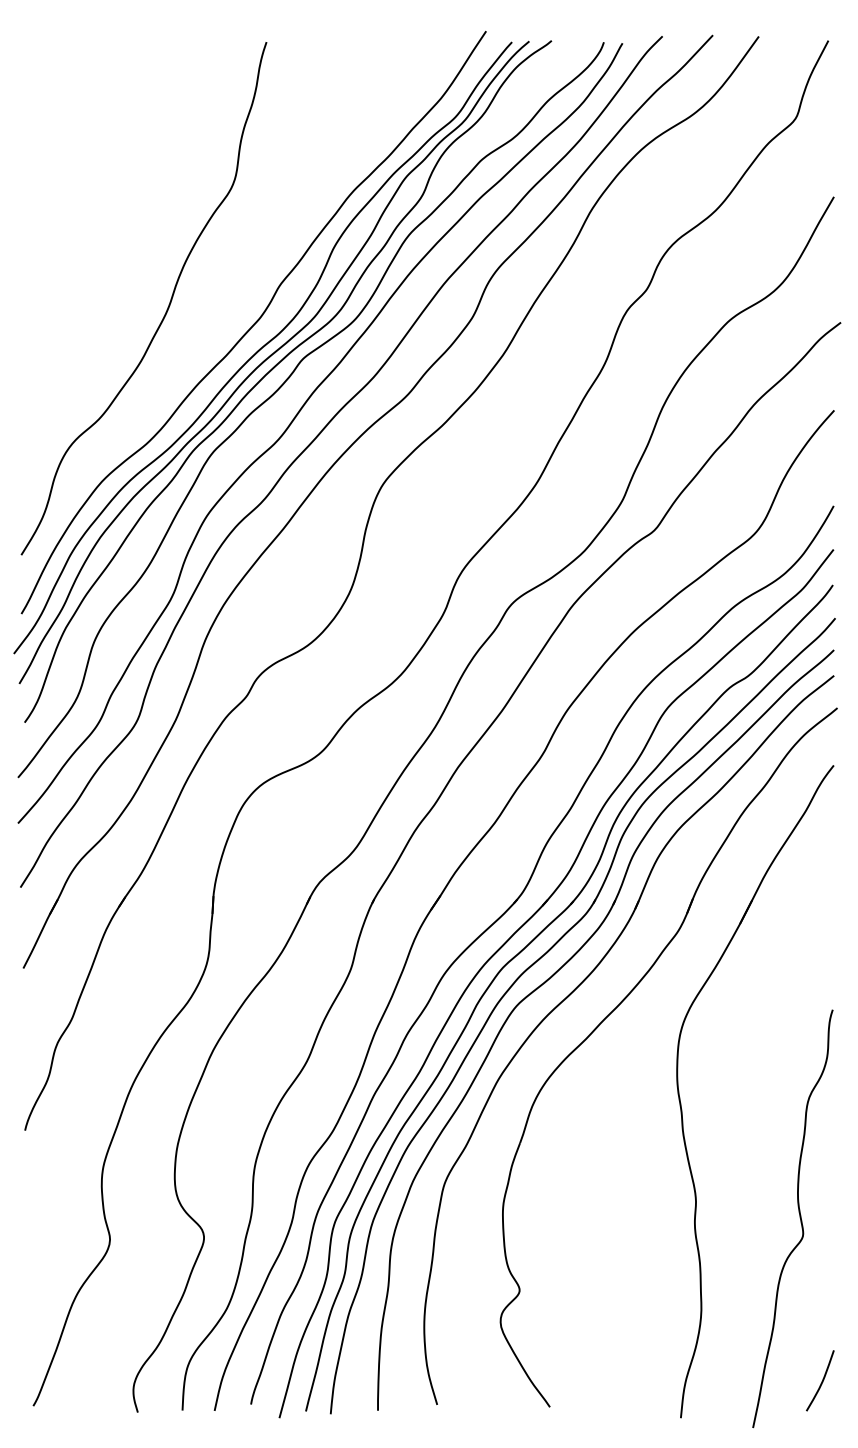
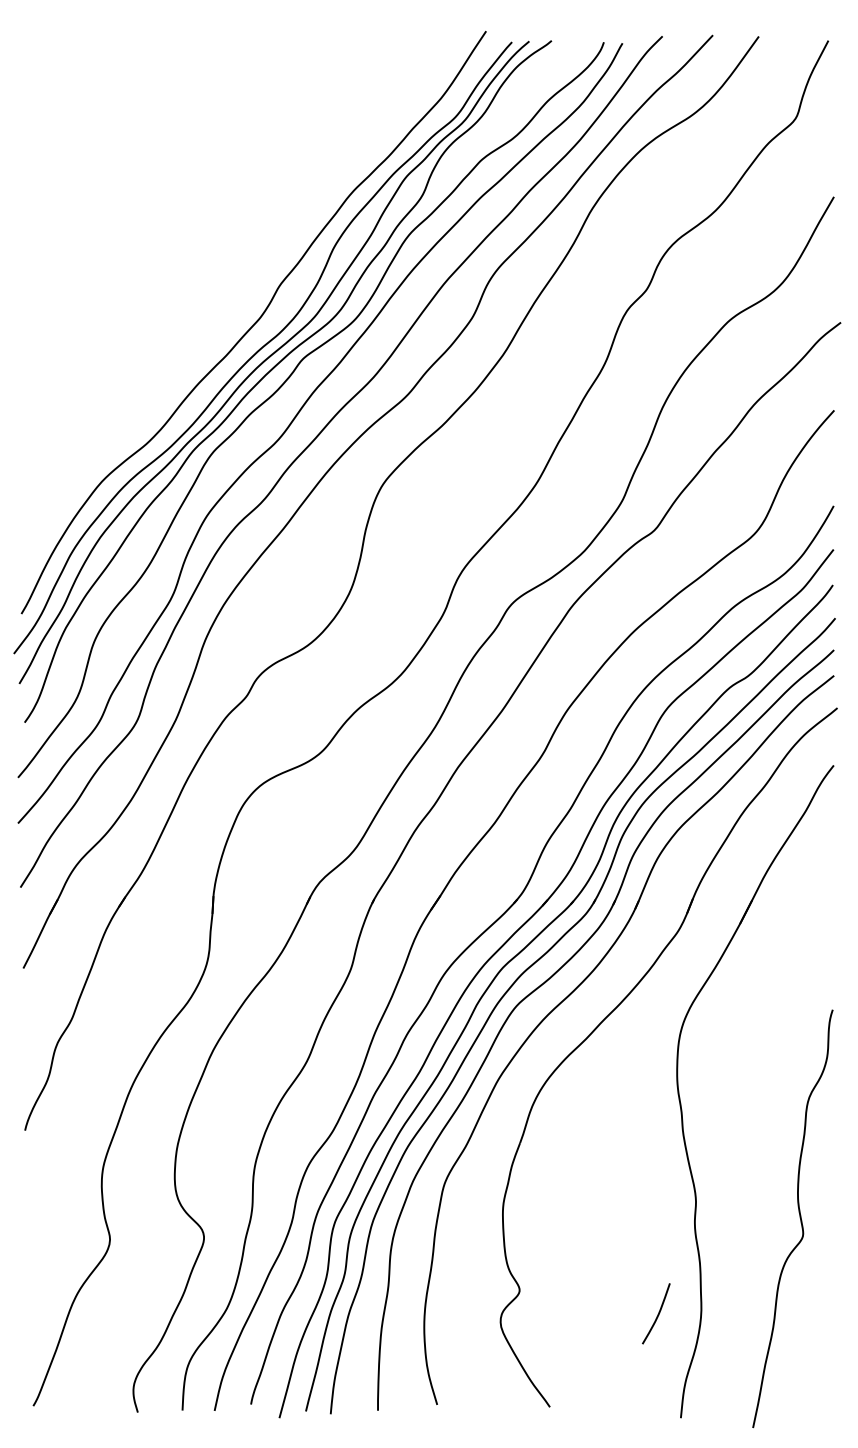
curve at (166, 309): present -> none
curve at (821, 1381) position: (821, 1381) -> (657, 1314)
